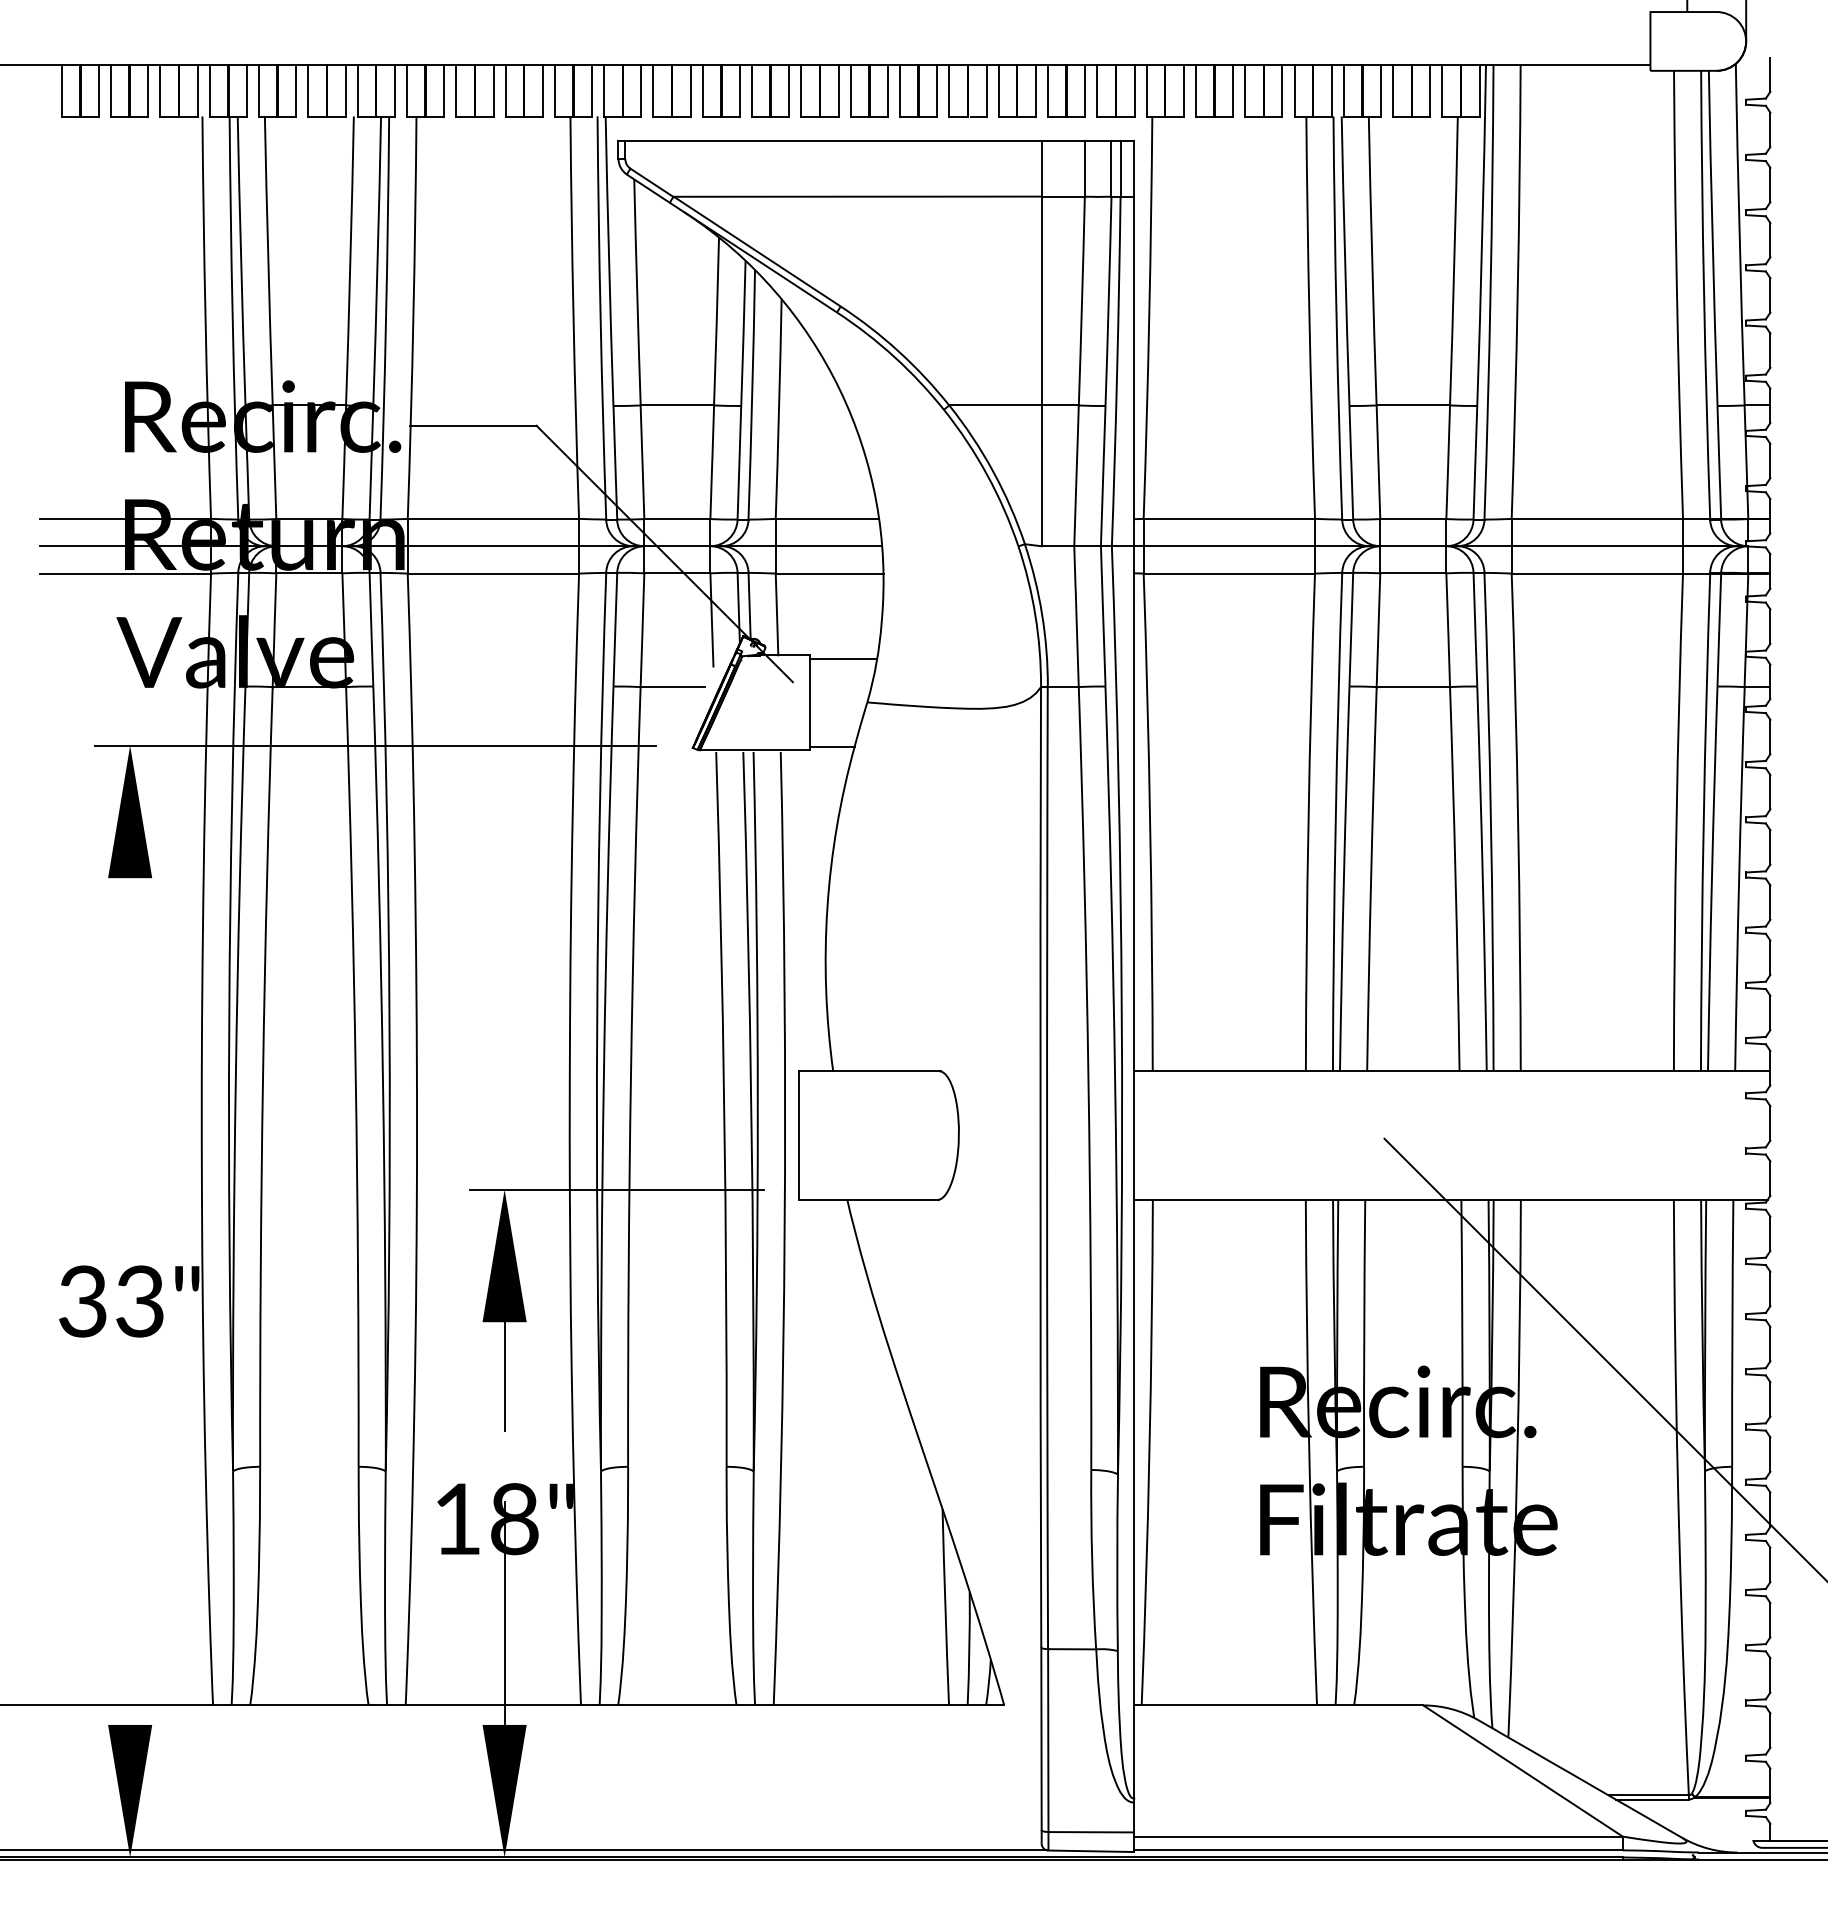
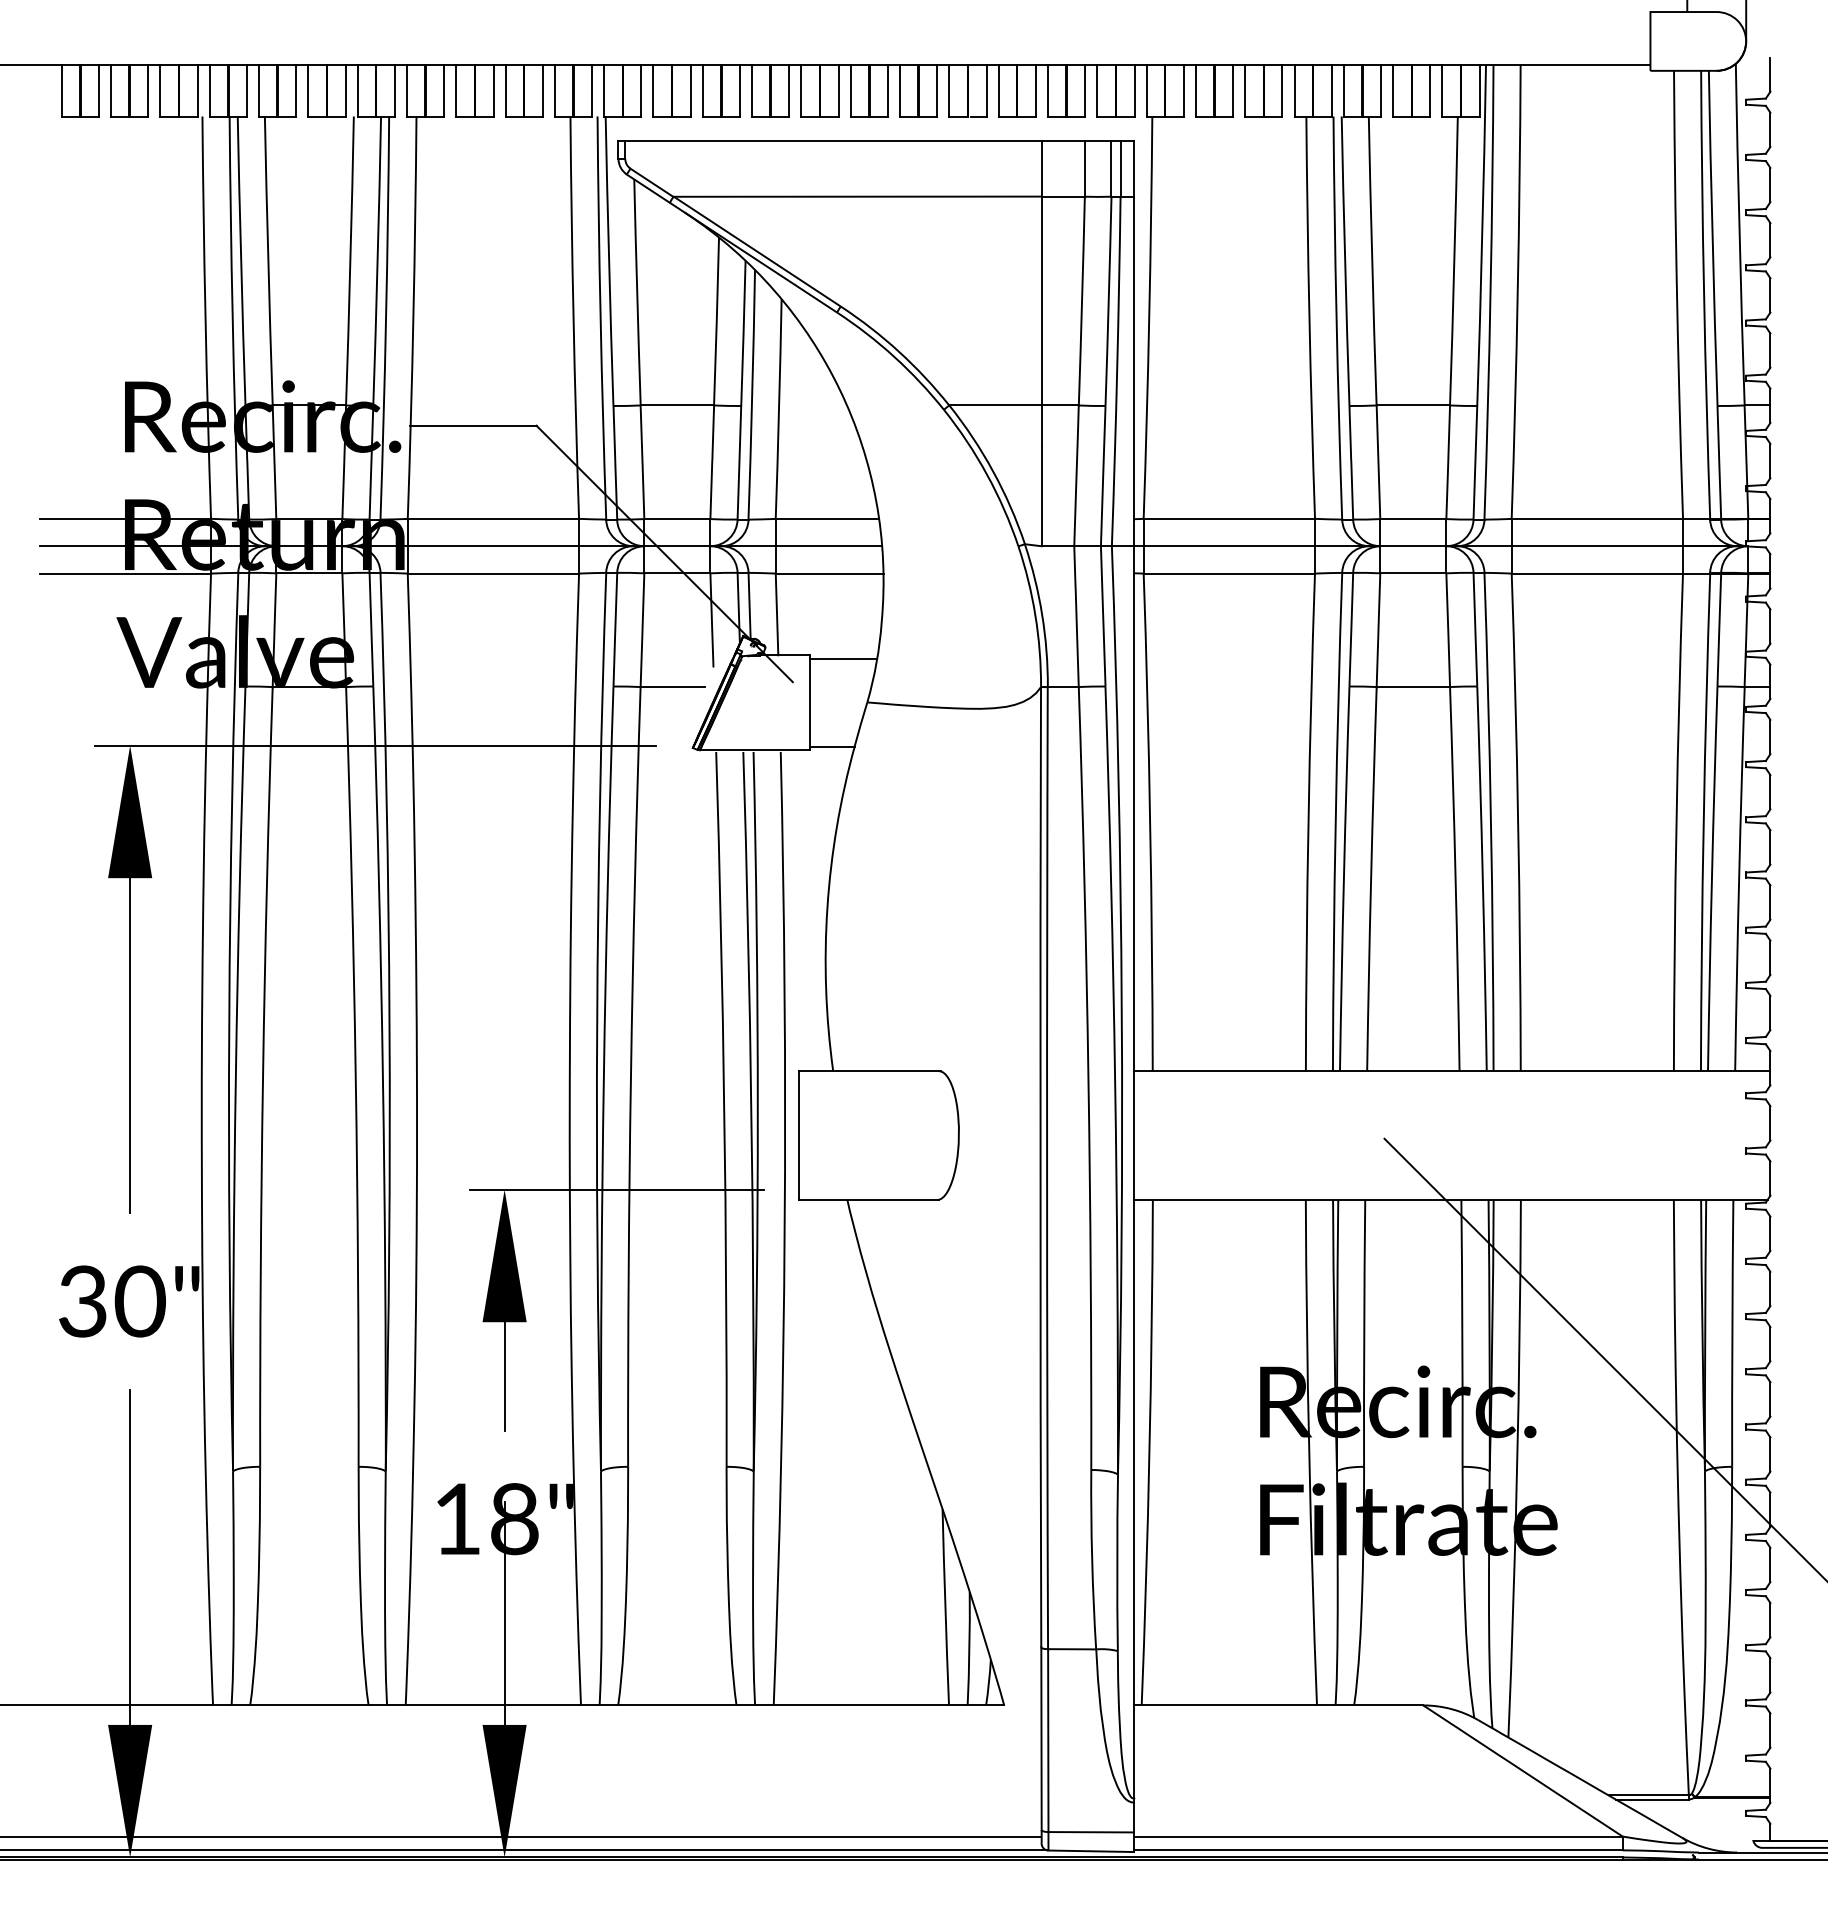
line at (130, 1045): none -> present
text at (139, 1301): 33" -> 30"
line at (130, 1557): none -> present
line at (521, 1836): none -> present
